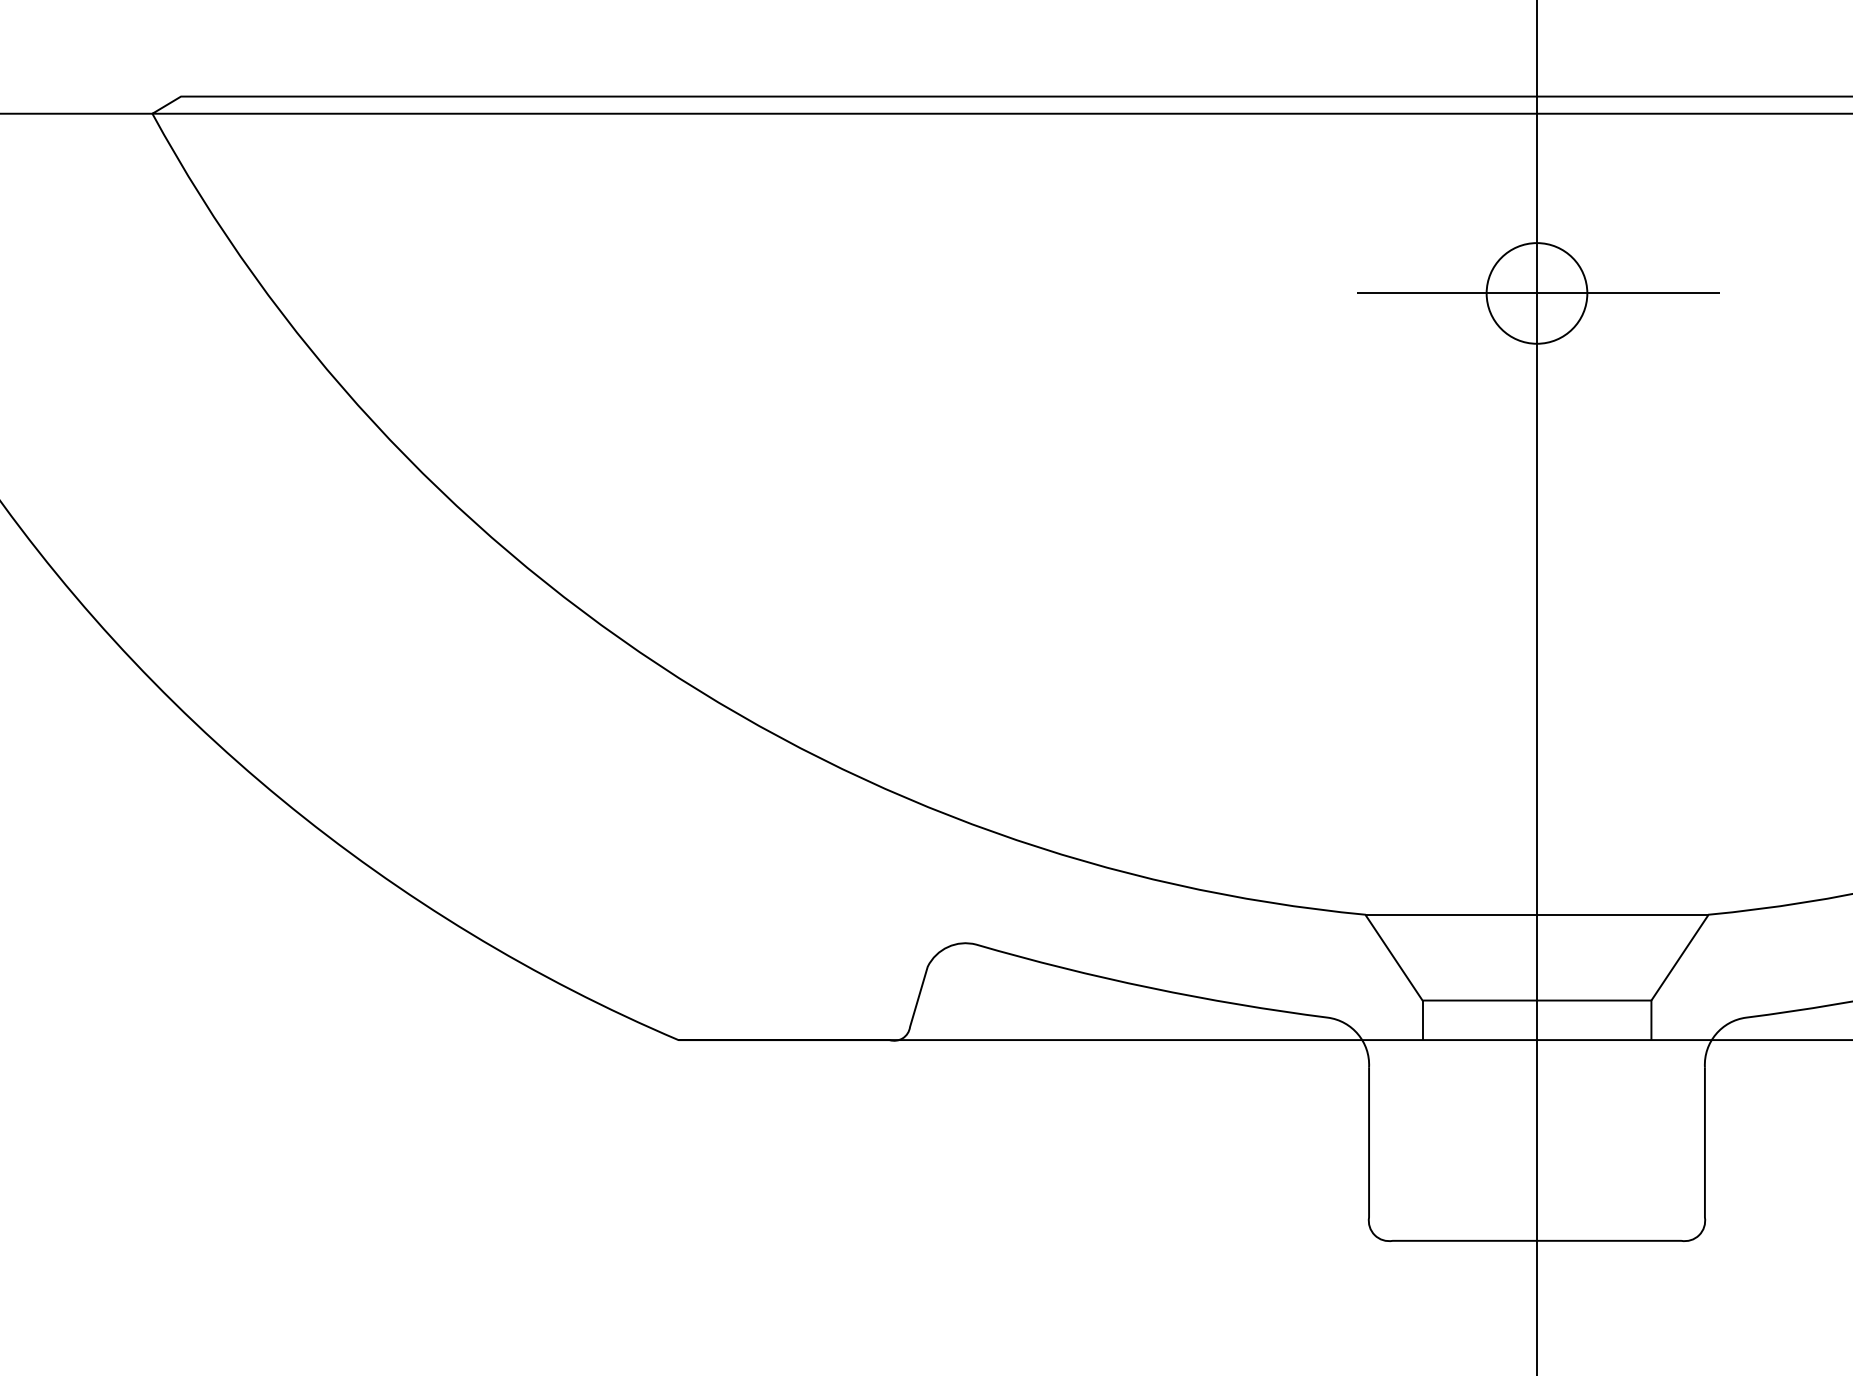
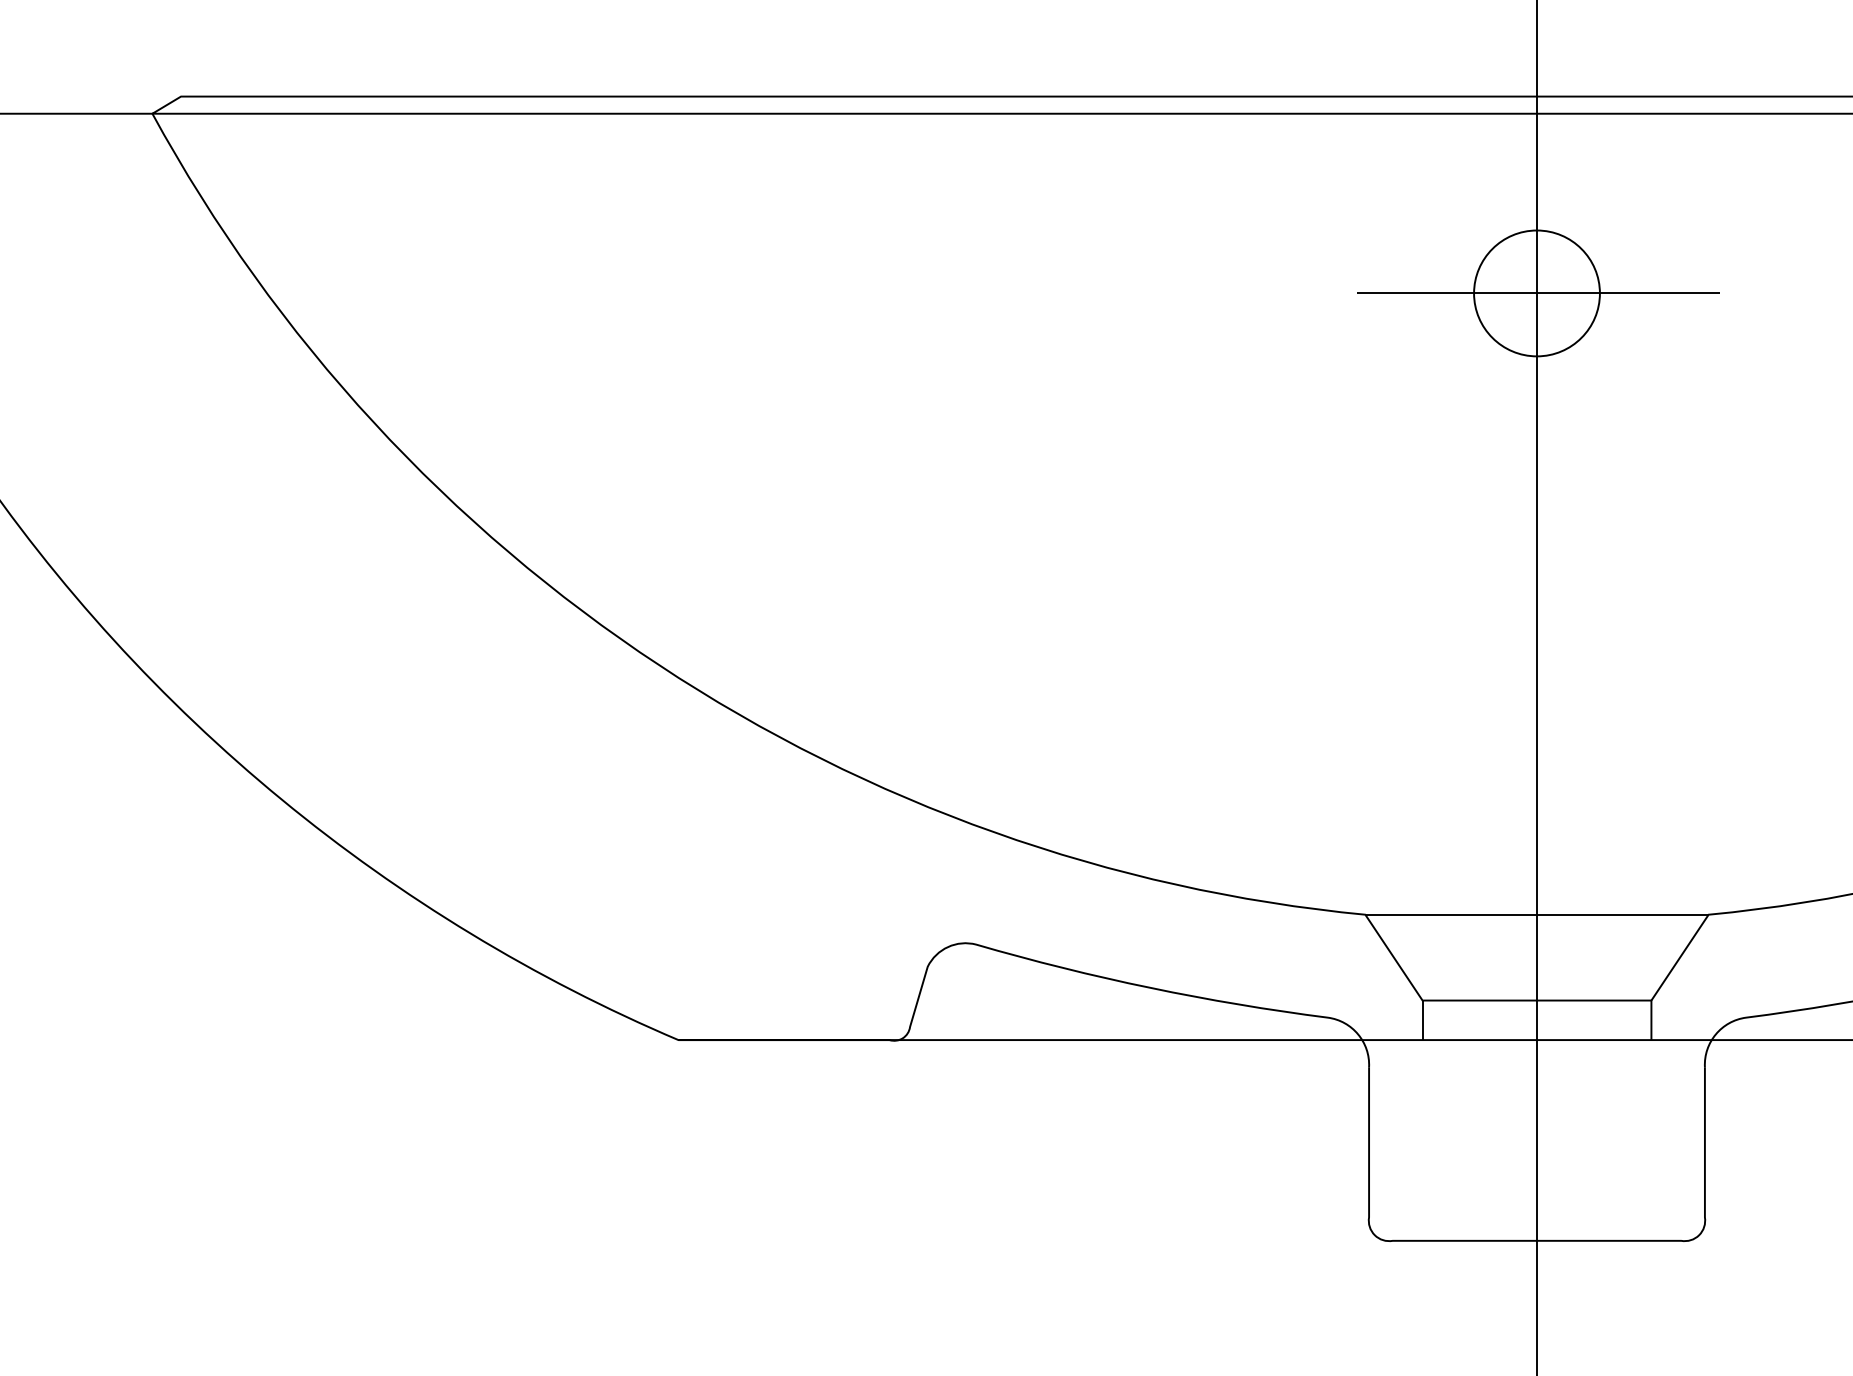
circle at (1536, 293) diameter: 101 px -> 126 px
